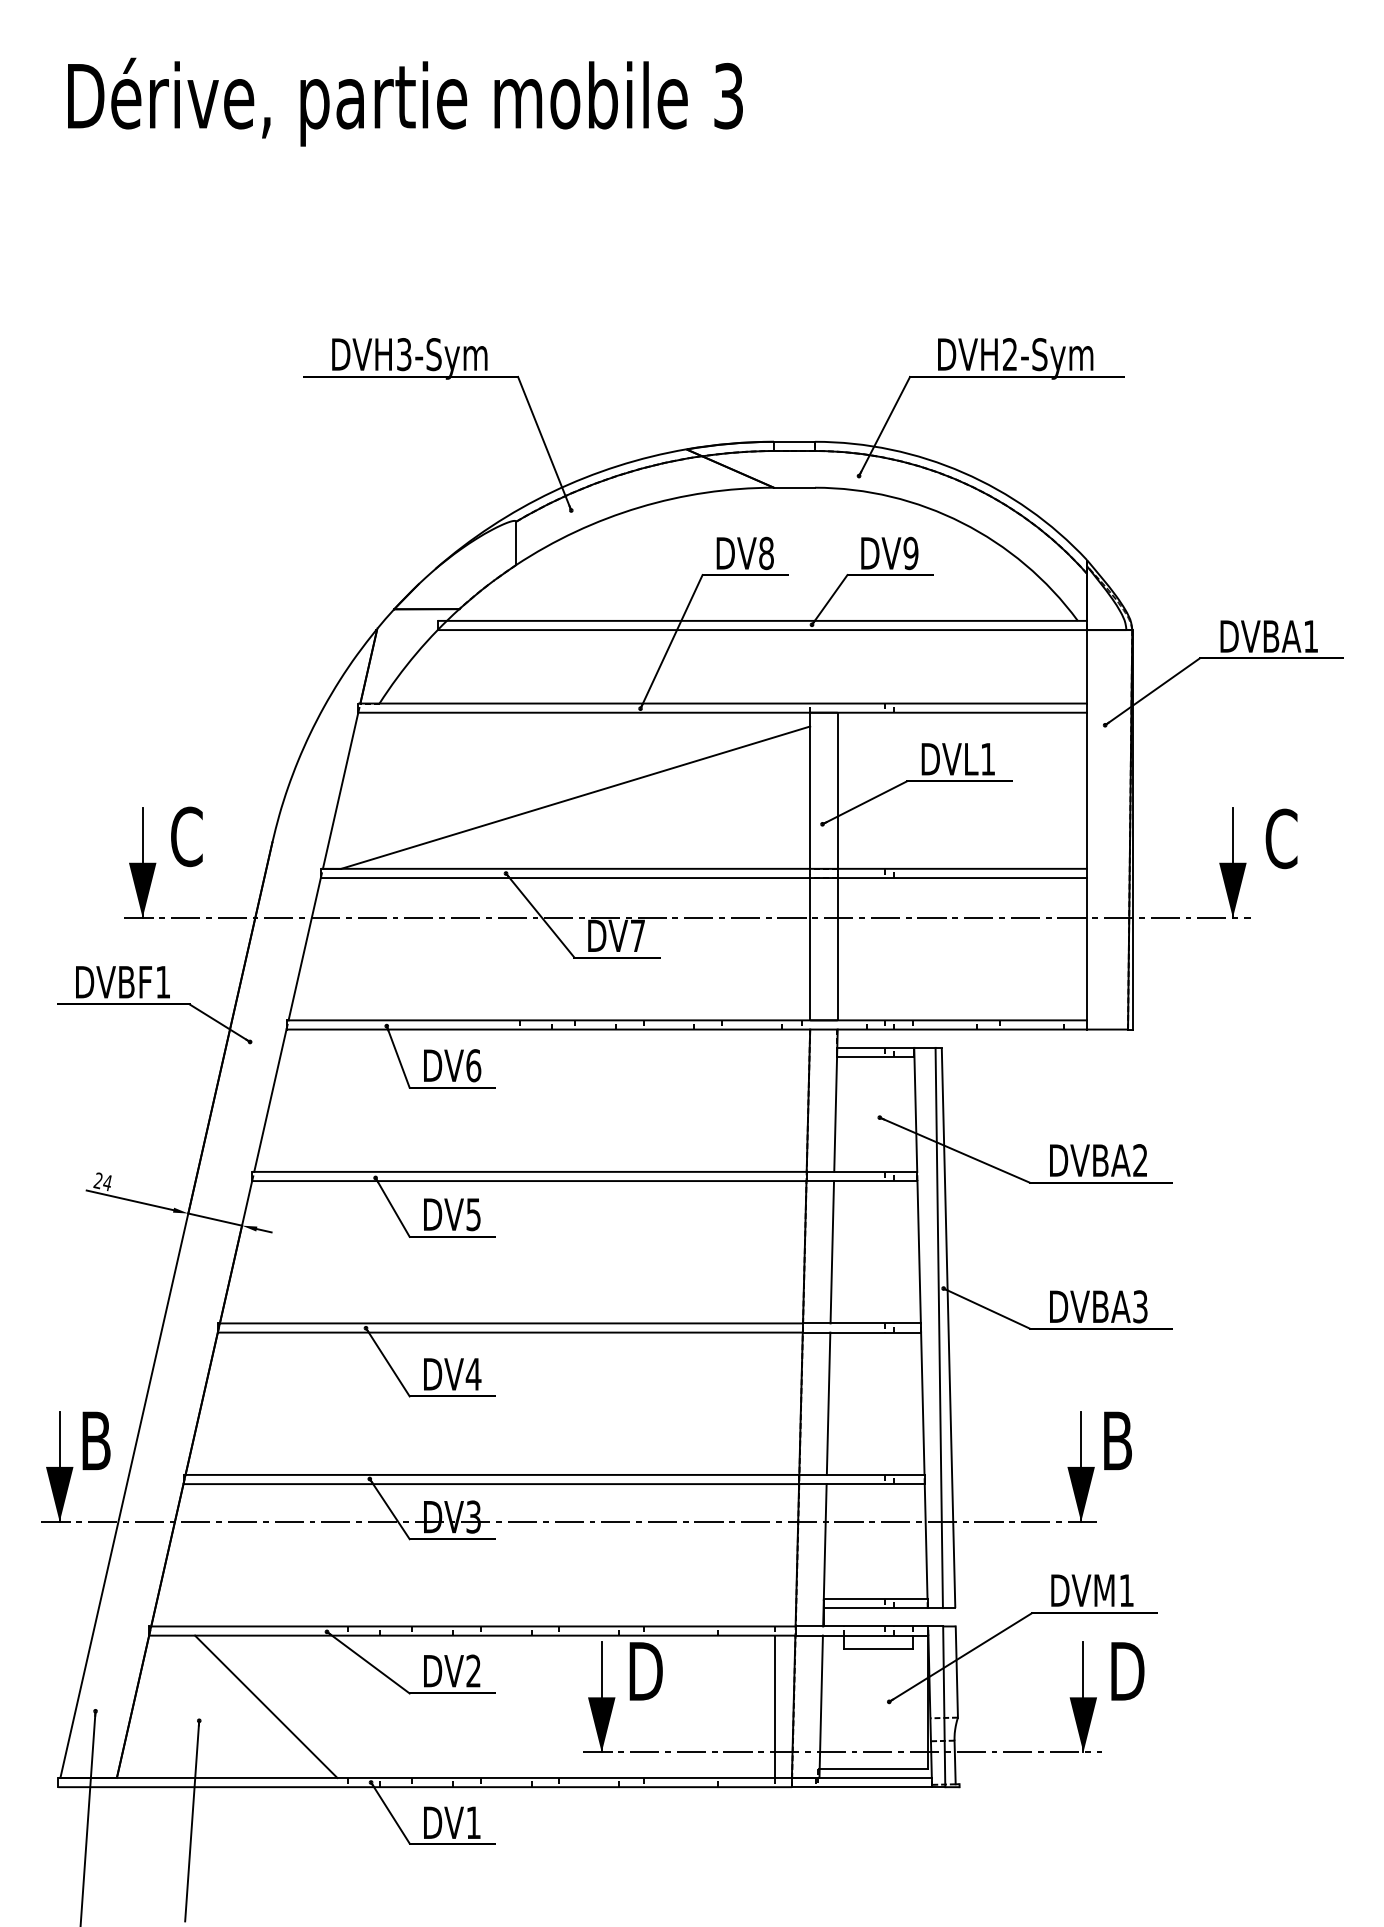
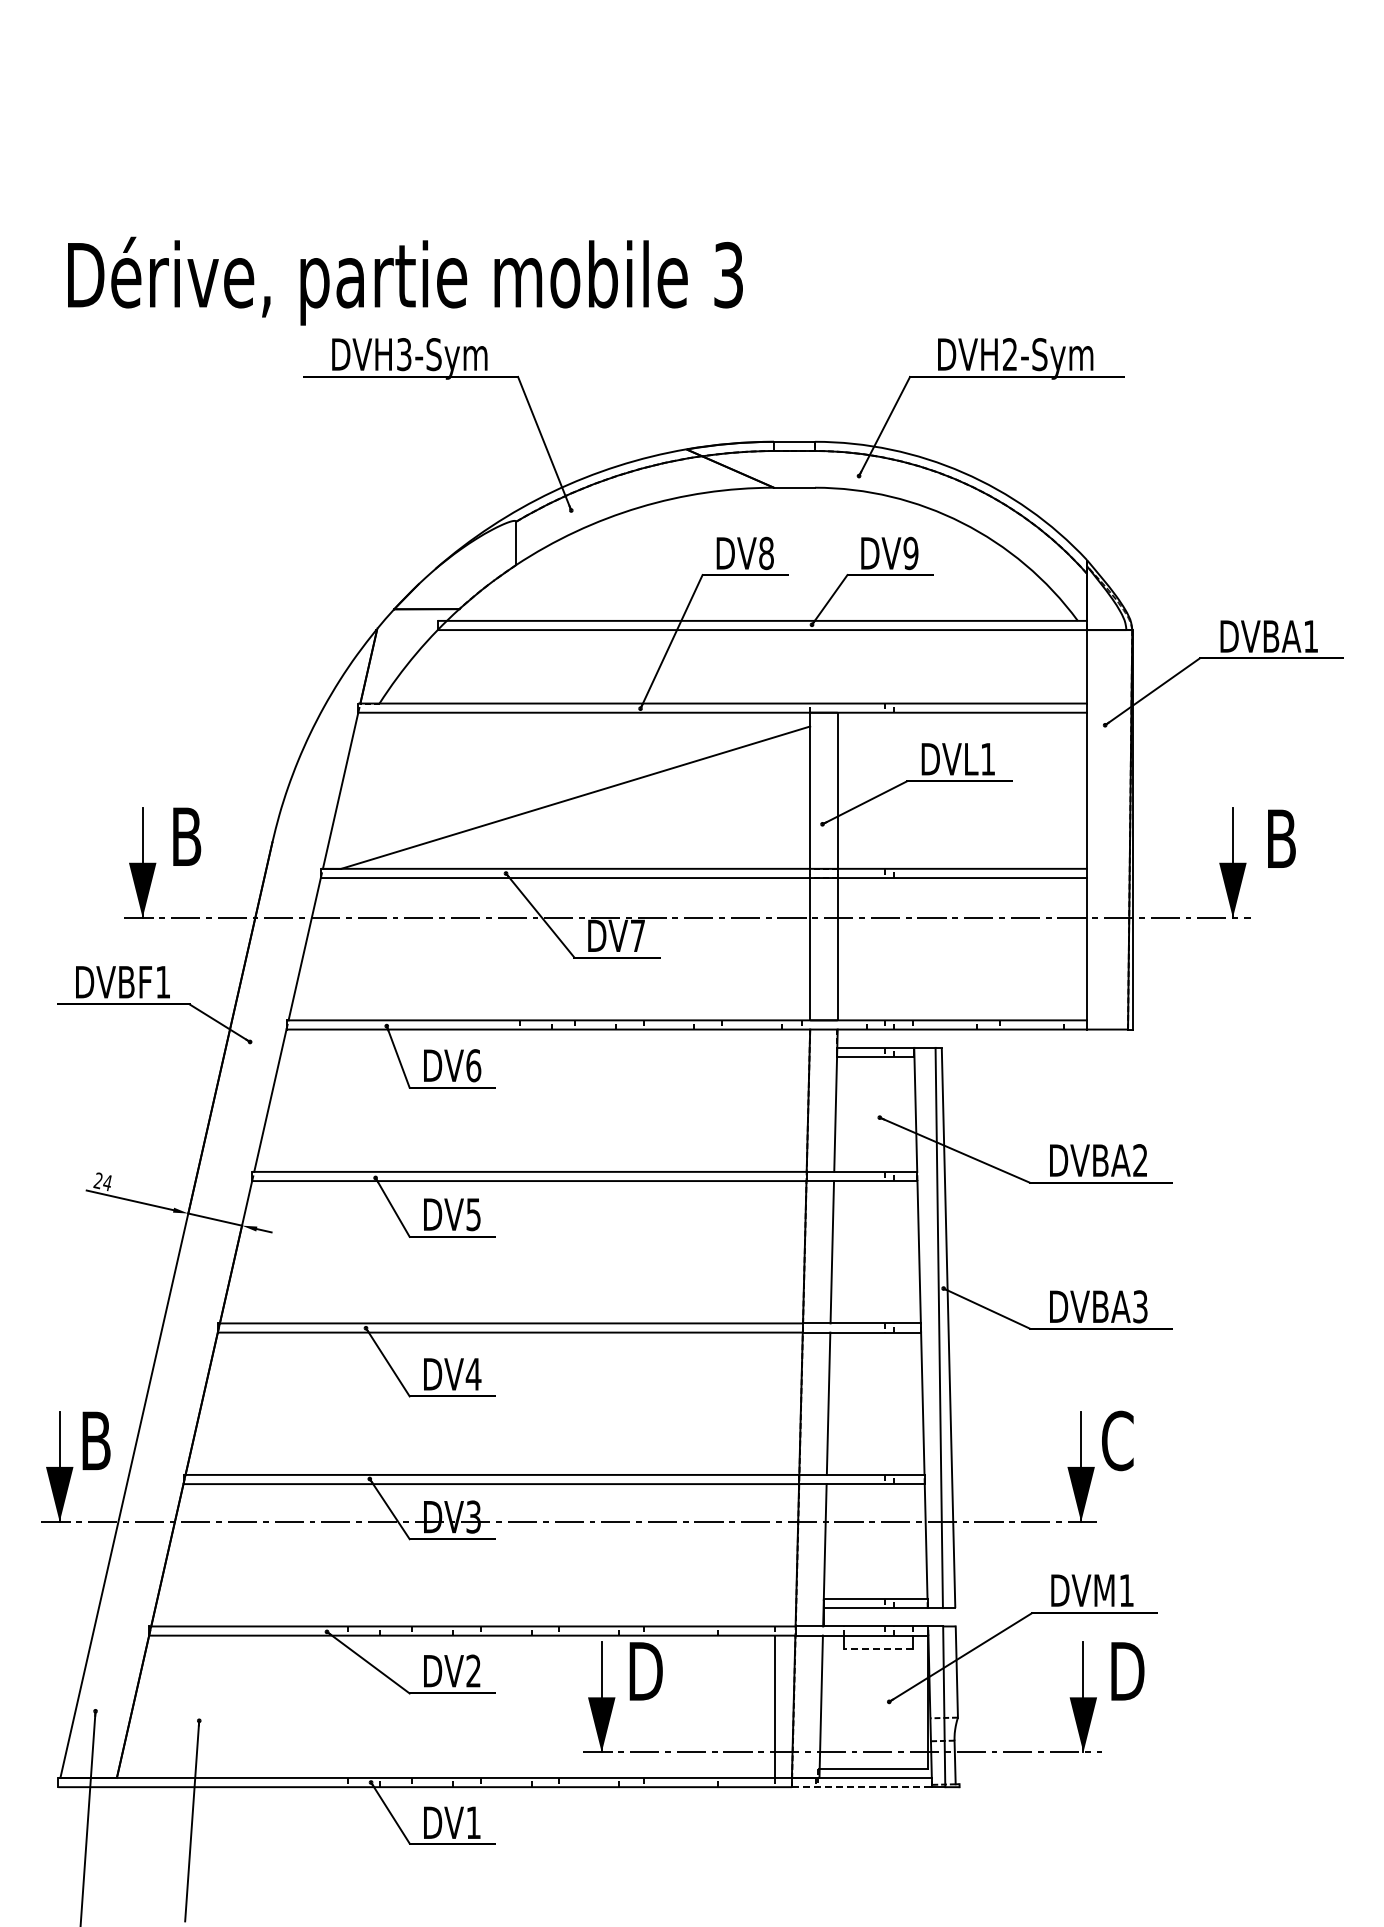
text at (405, 101) position: (405, 101) -> (405, 280)
text at (186, 836): C -> B
text at (1281, 838): C -> B
text at (1117, 1440): B -> C
line at (877, 1649): solid -> dashed
line at (266, 1706): present -> none
line at (862, 1787): solid -> dashed
